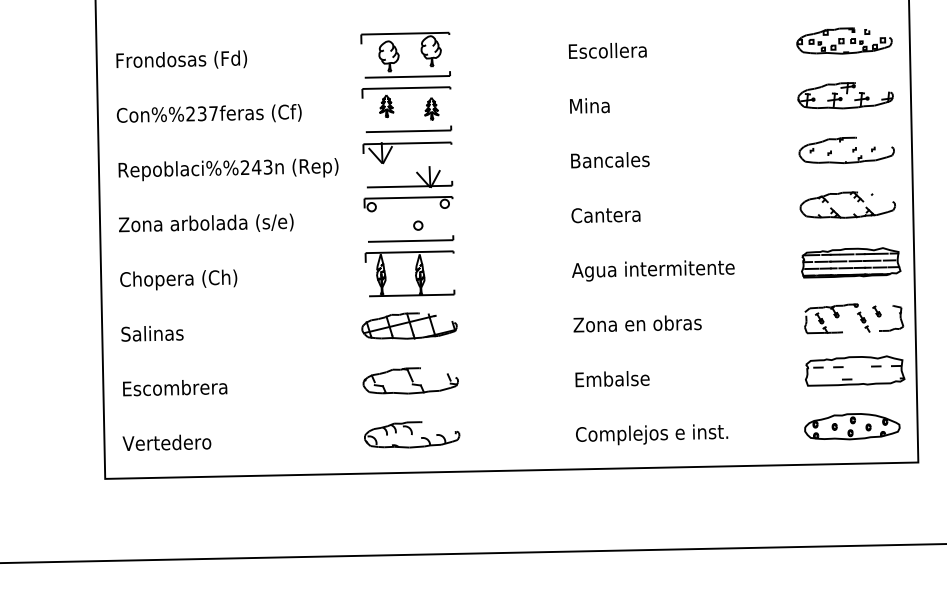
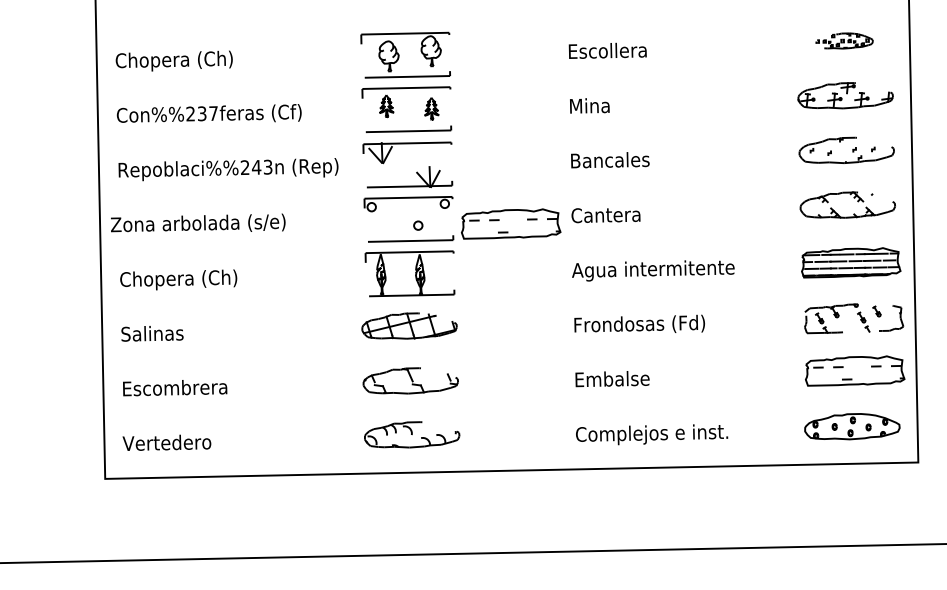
part at (844, 40) size: 97x28 px -> 59x18 px
text at (181, 60): Frondosas (Fd) -> Chopera (Ch)
text at (206, 222) position: (206, 222) -> (198, 222)
part at (511, 223): none -> present
text at (638, 323): Zona en obras -> Frondosas (Fd)
